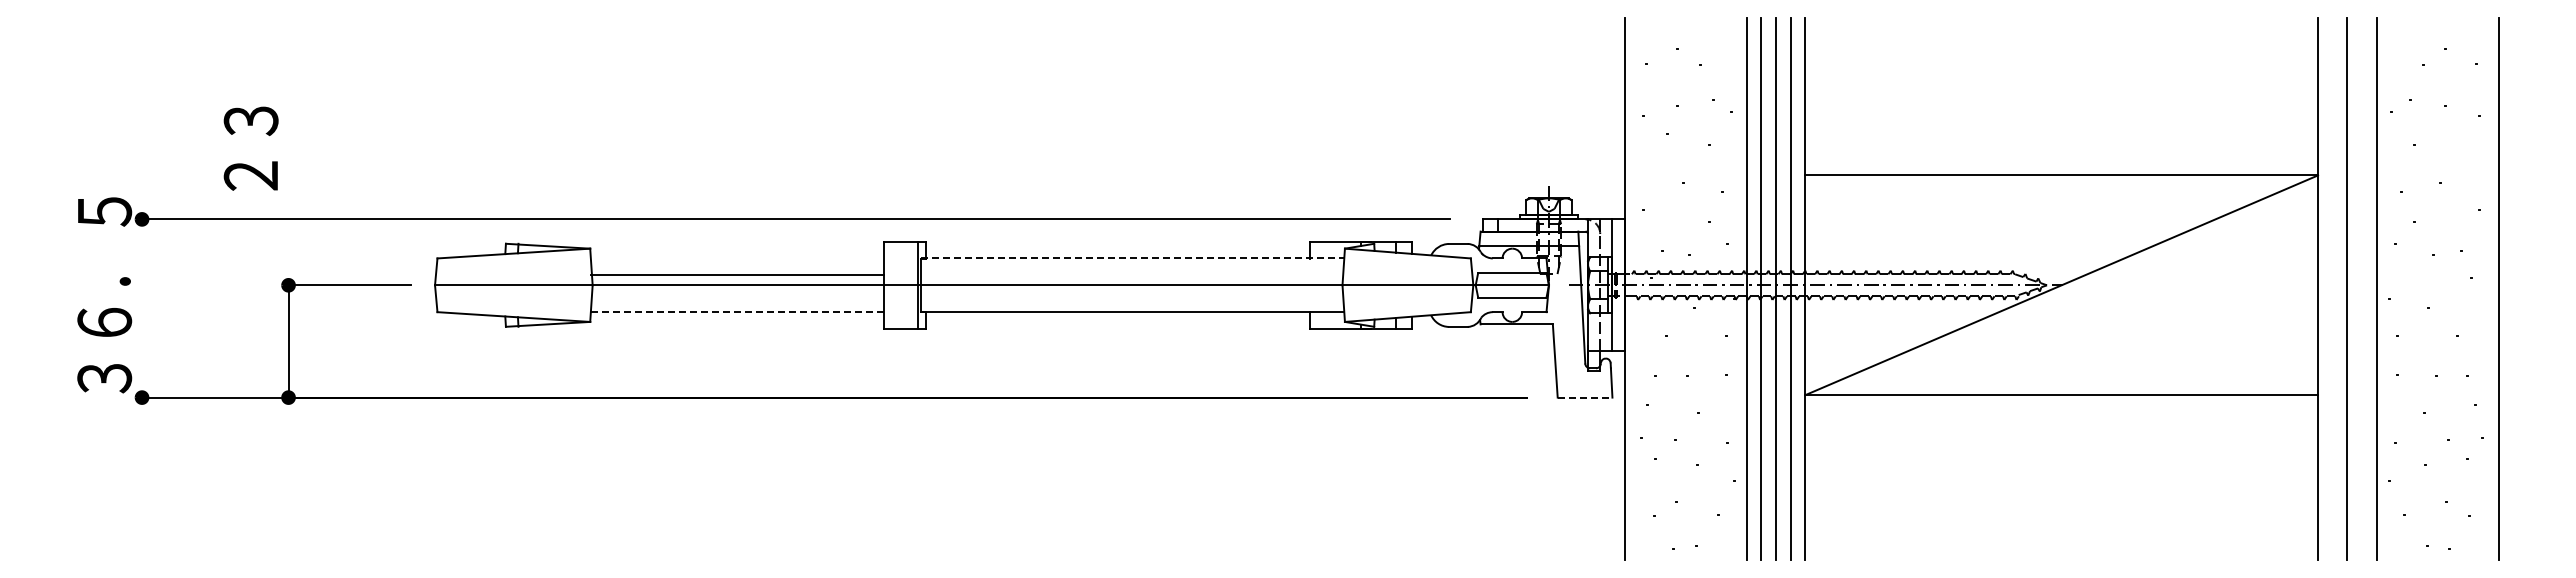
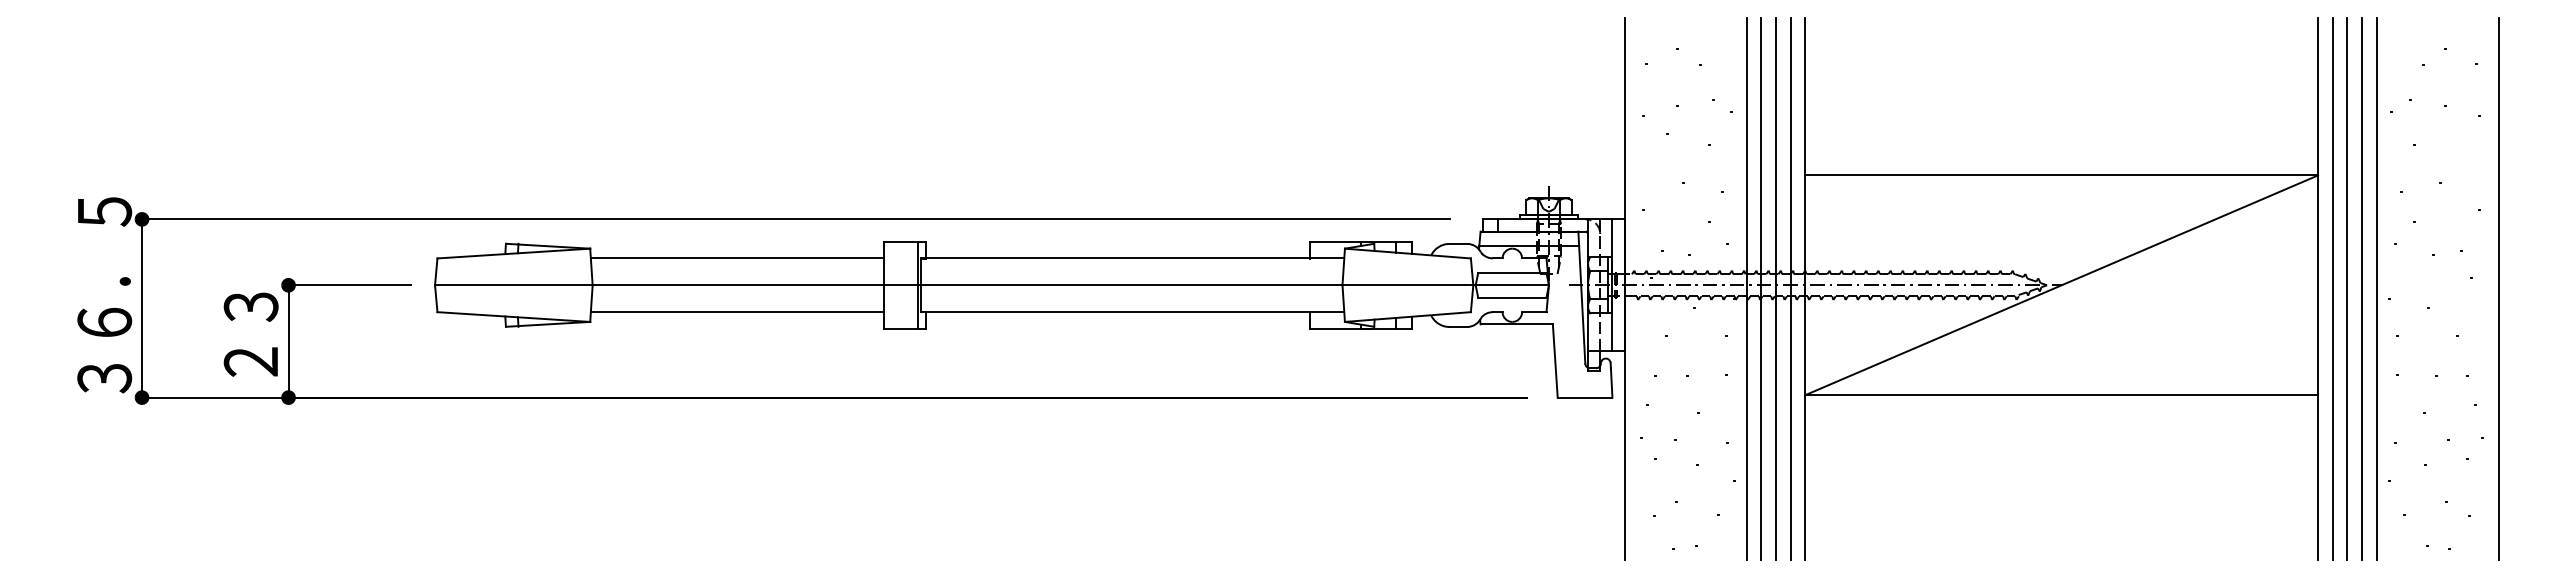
text at (250, 148) position: (250, 148) -> (250, 334)
line at (1132, 258): dashed -> solid
line at (736, 275) position: (736, 275) -> (736, 258)
line at (2332, 288): none -> present
line at (2361, 288): none -> present
line at (142, 308): none -> present
line at (737, 312): dashed -> solid
line at (1585, 397): dashed -> solid
